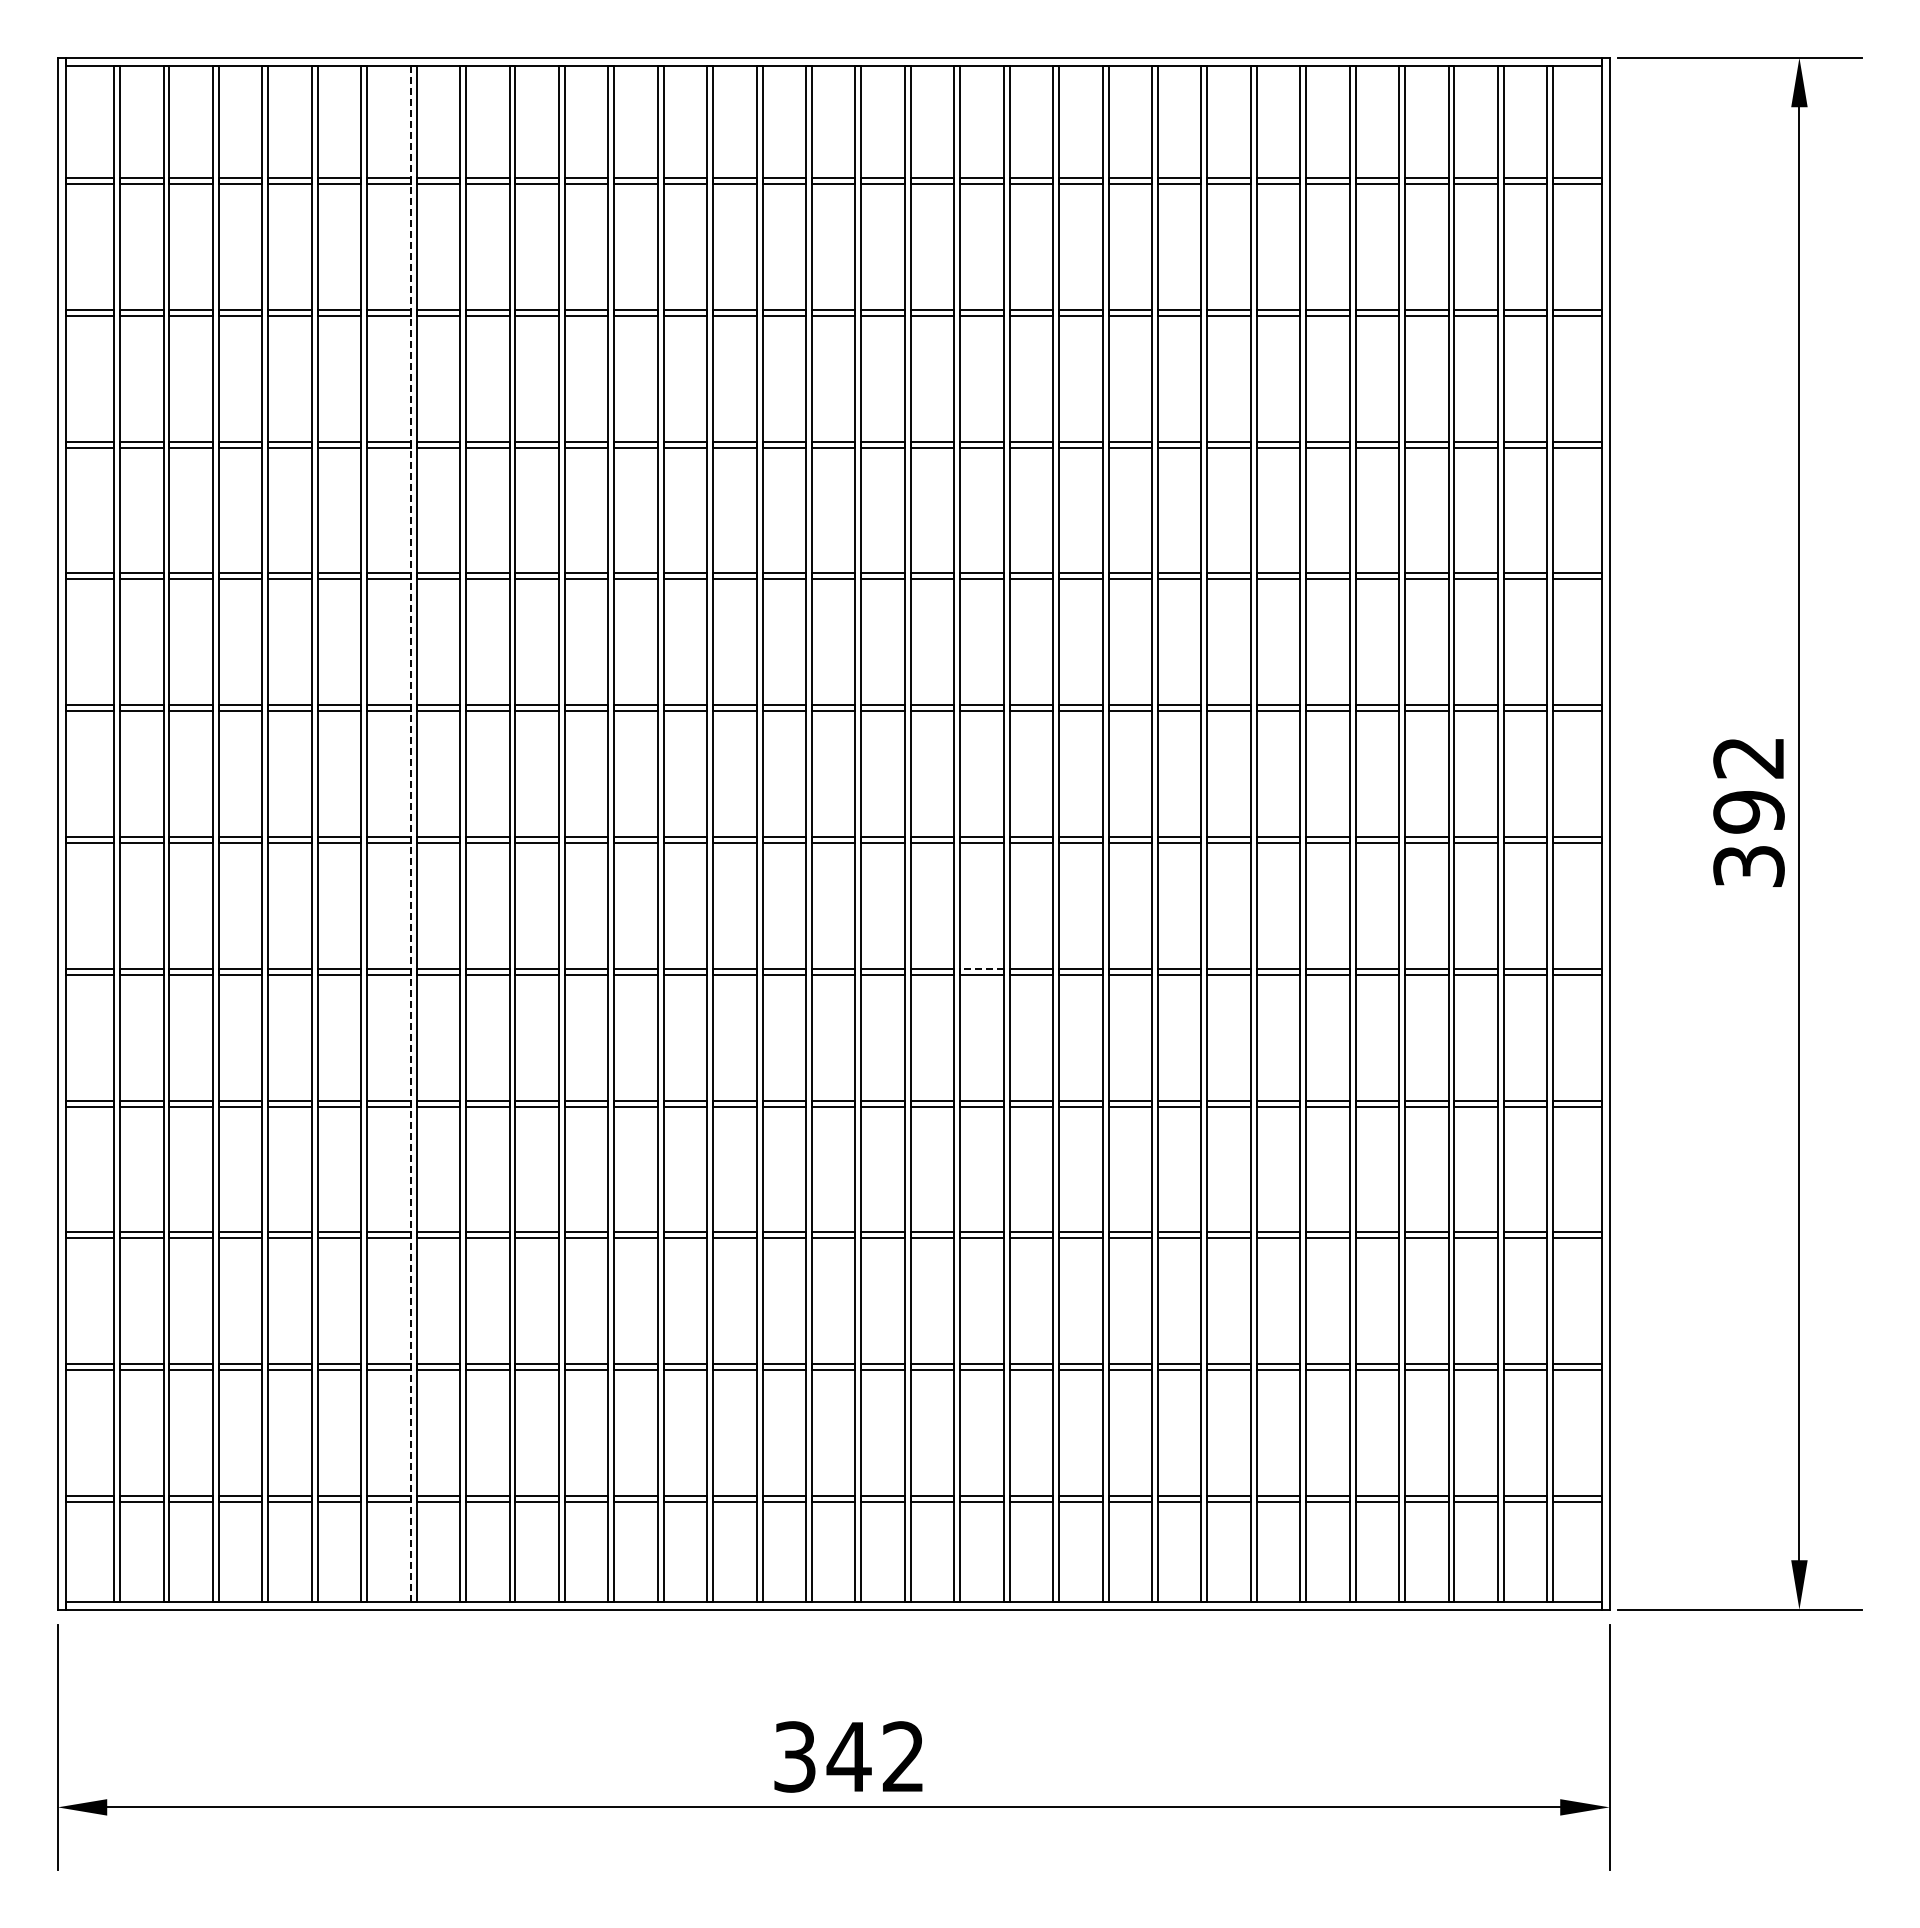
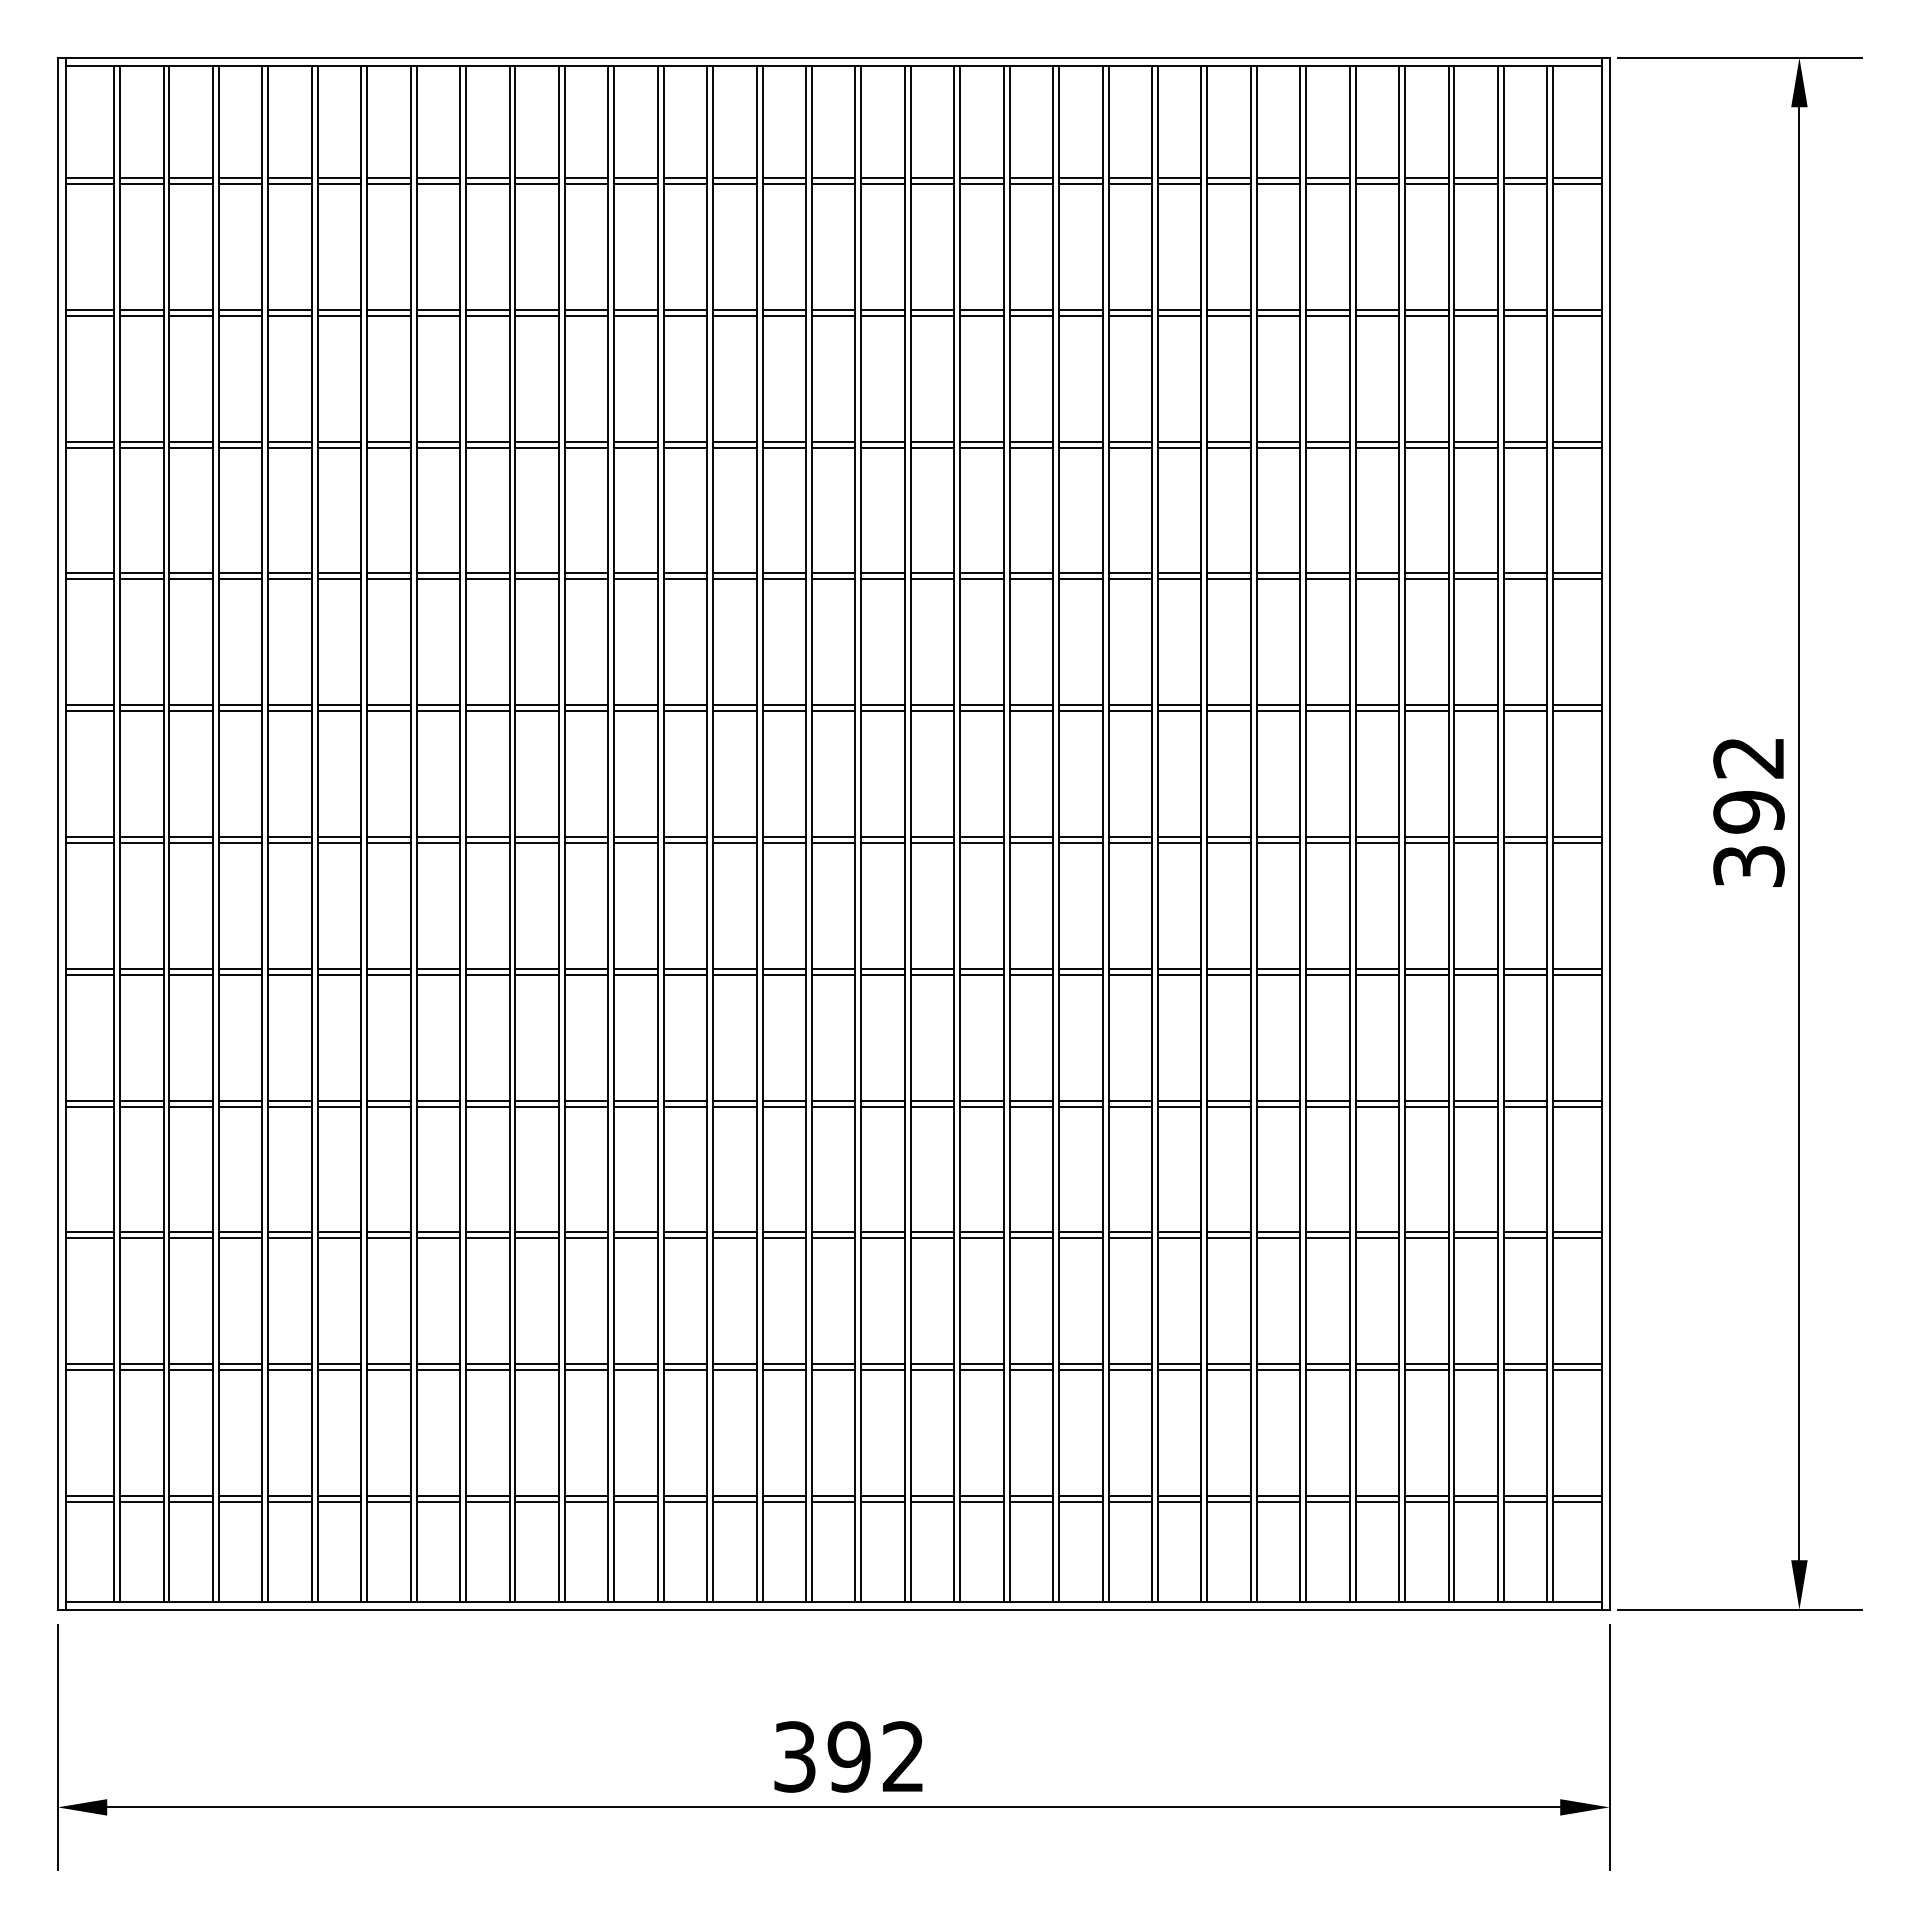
line at (410, 834): dashed -> solid
line at (981, 968): dashed -> solid
text at (848, 1756): 342 -> 392
